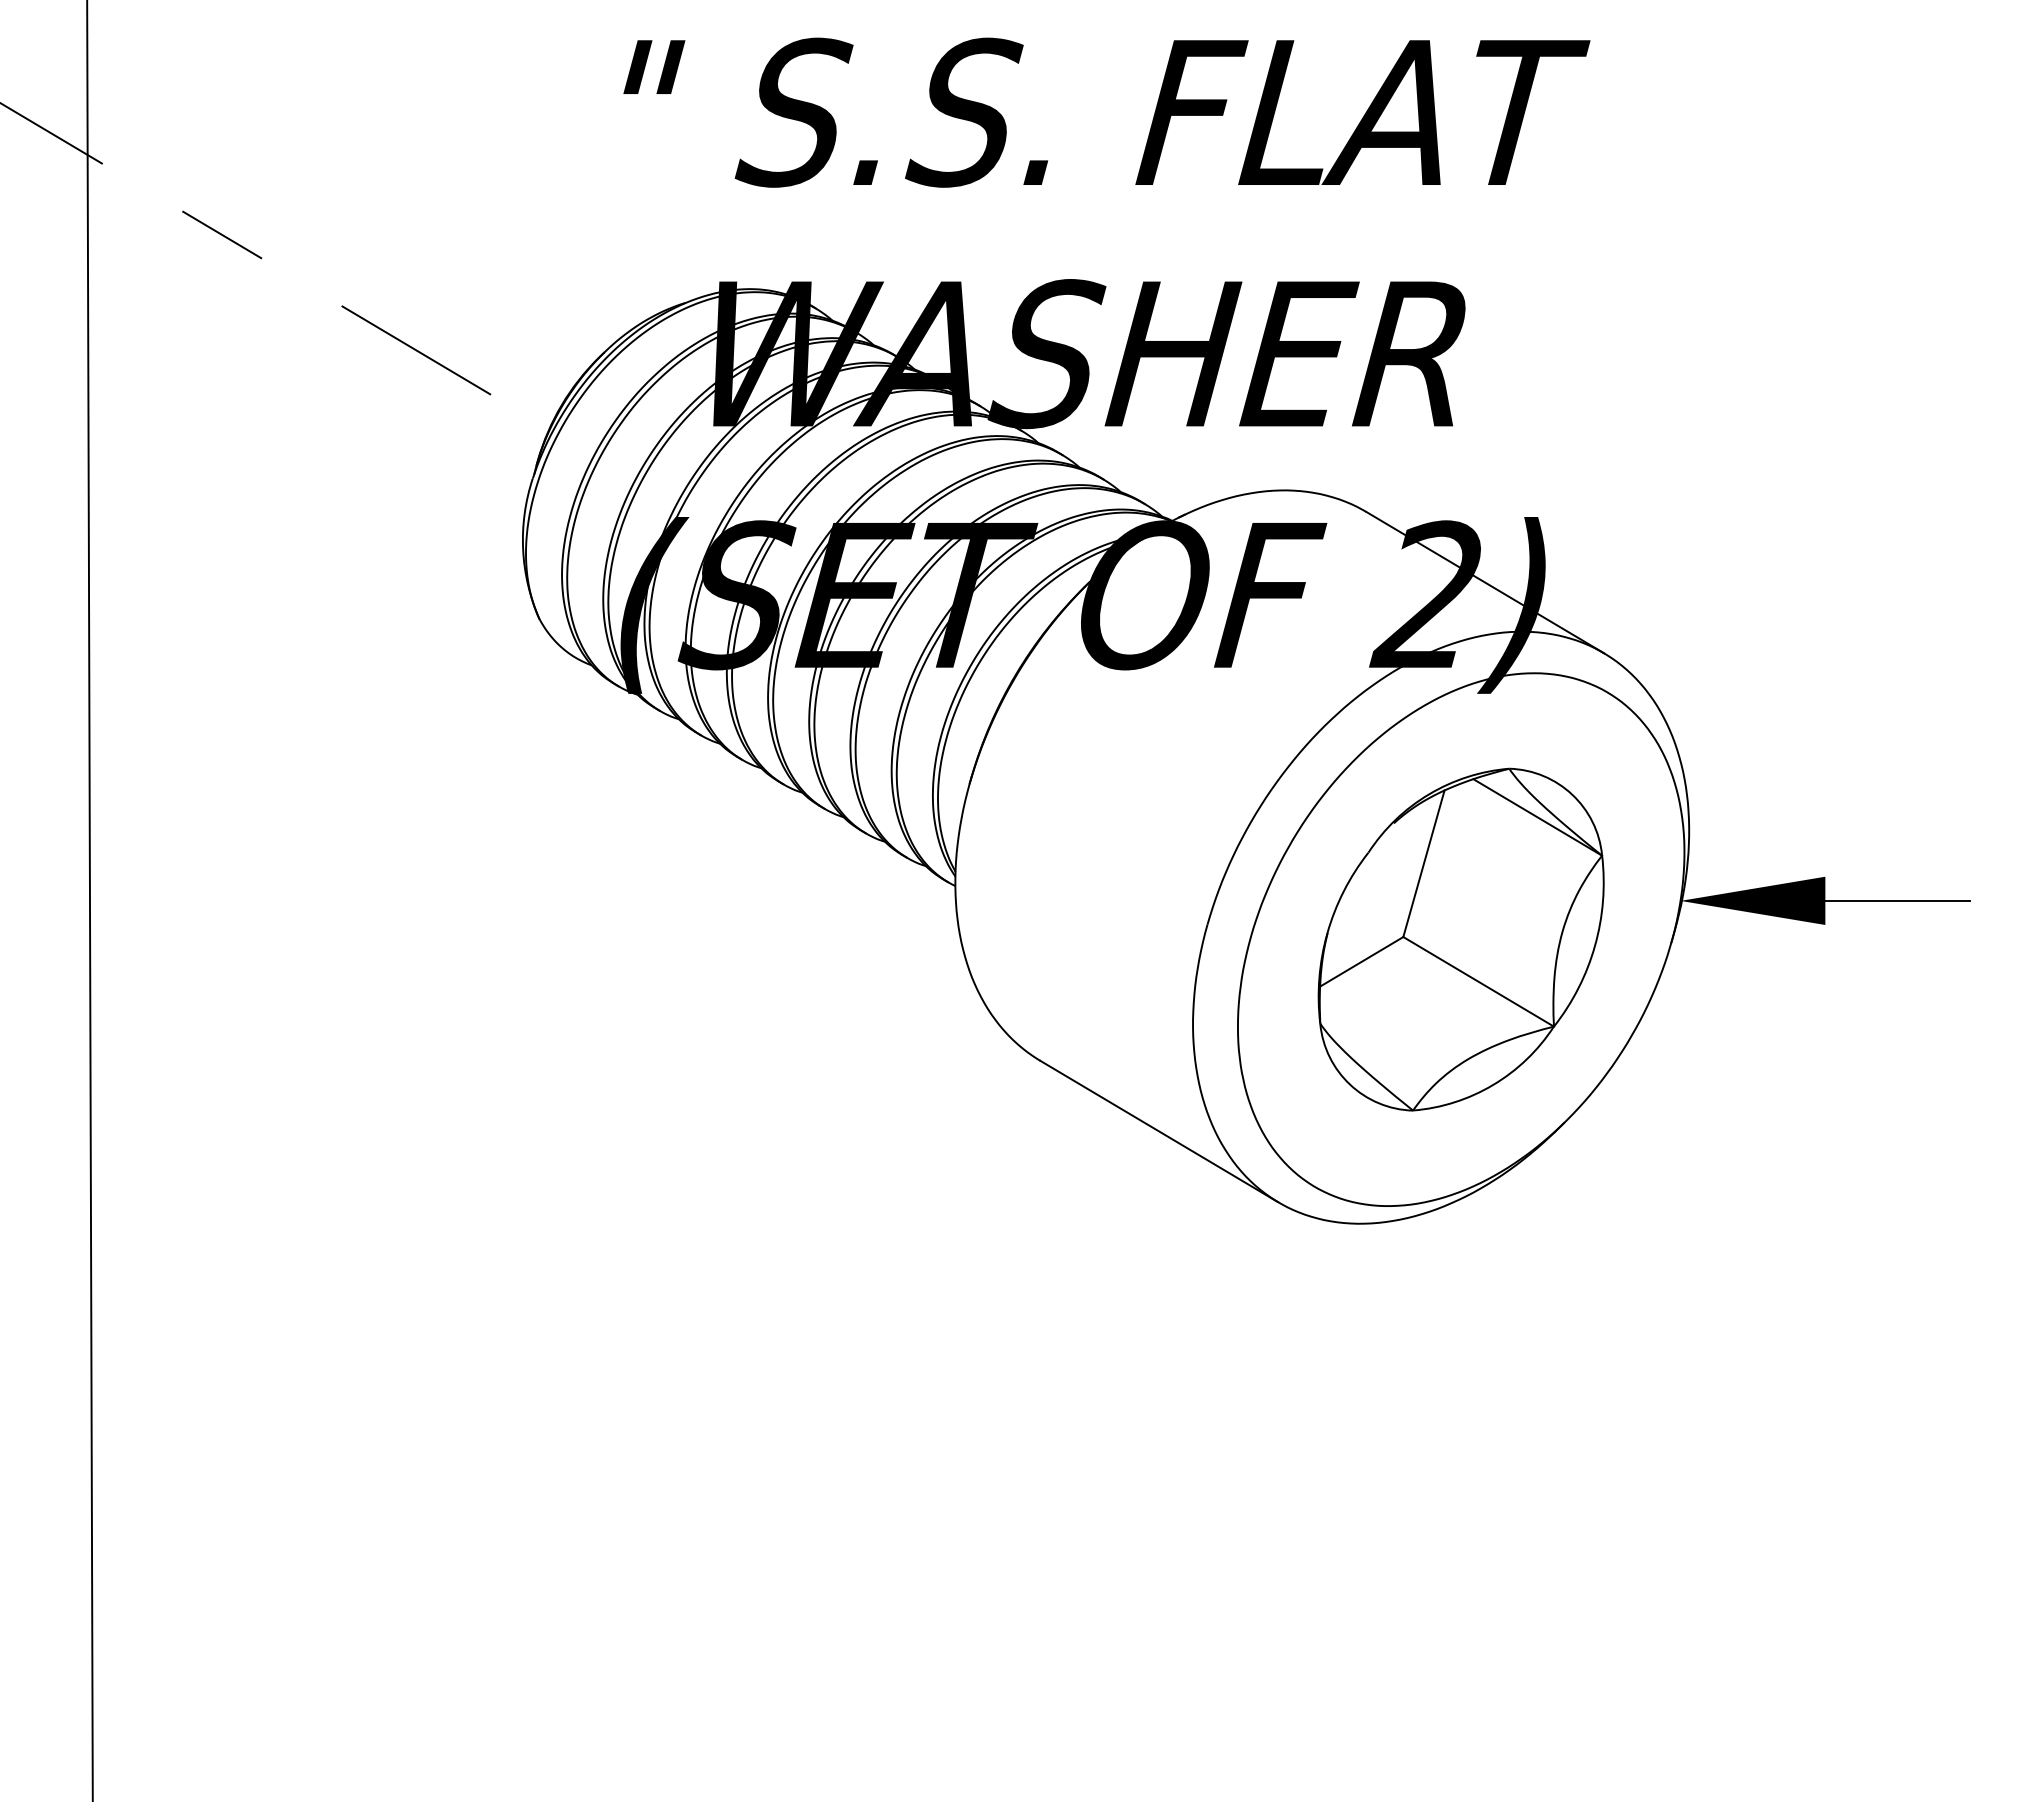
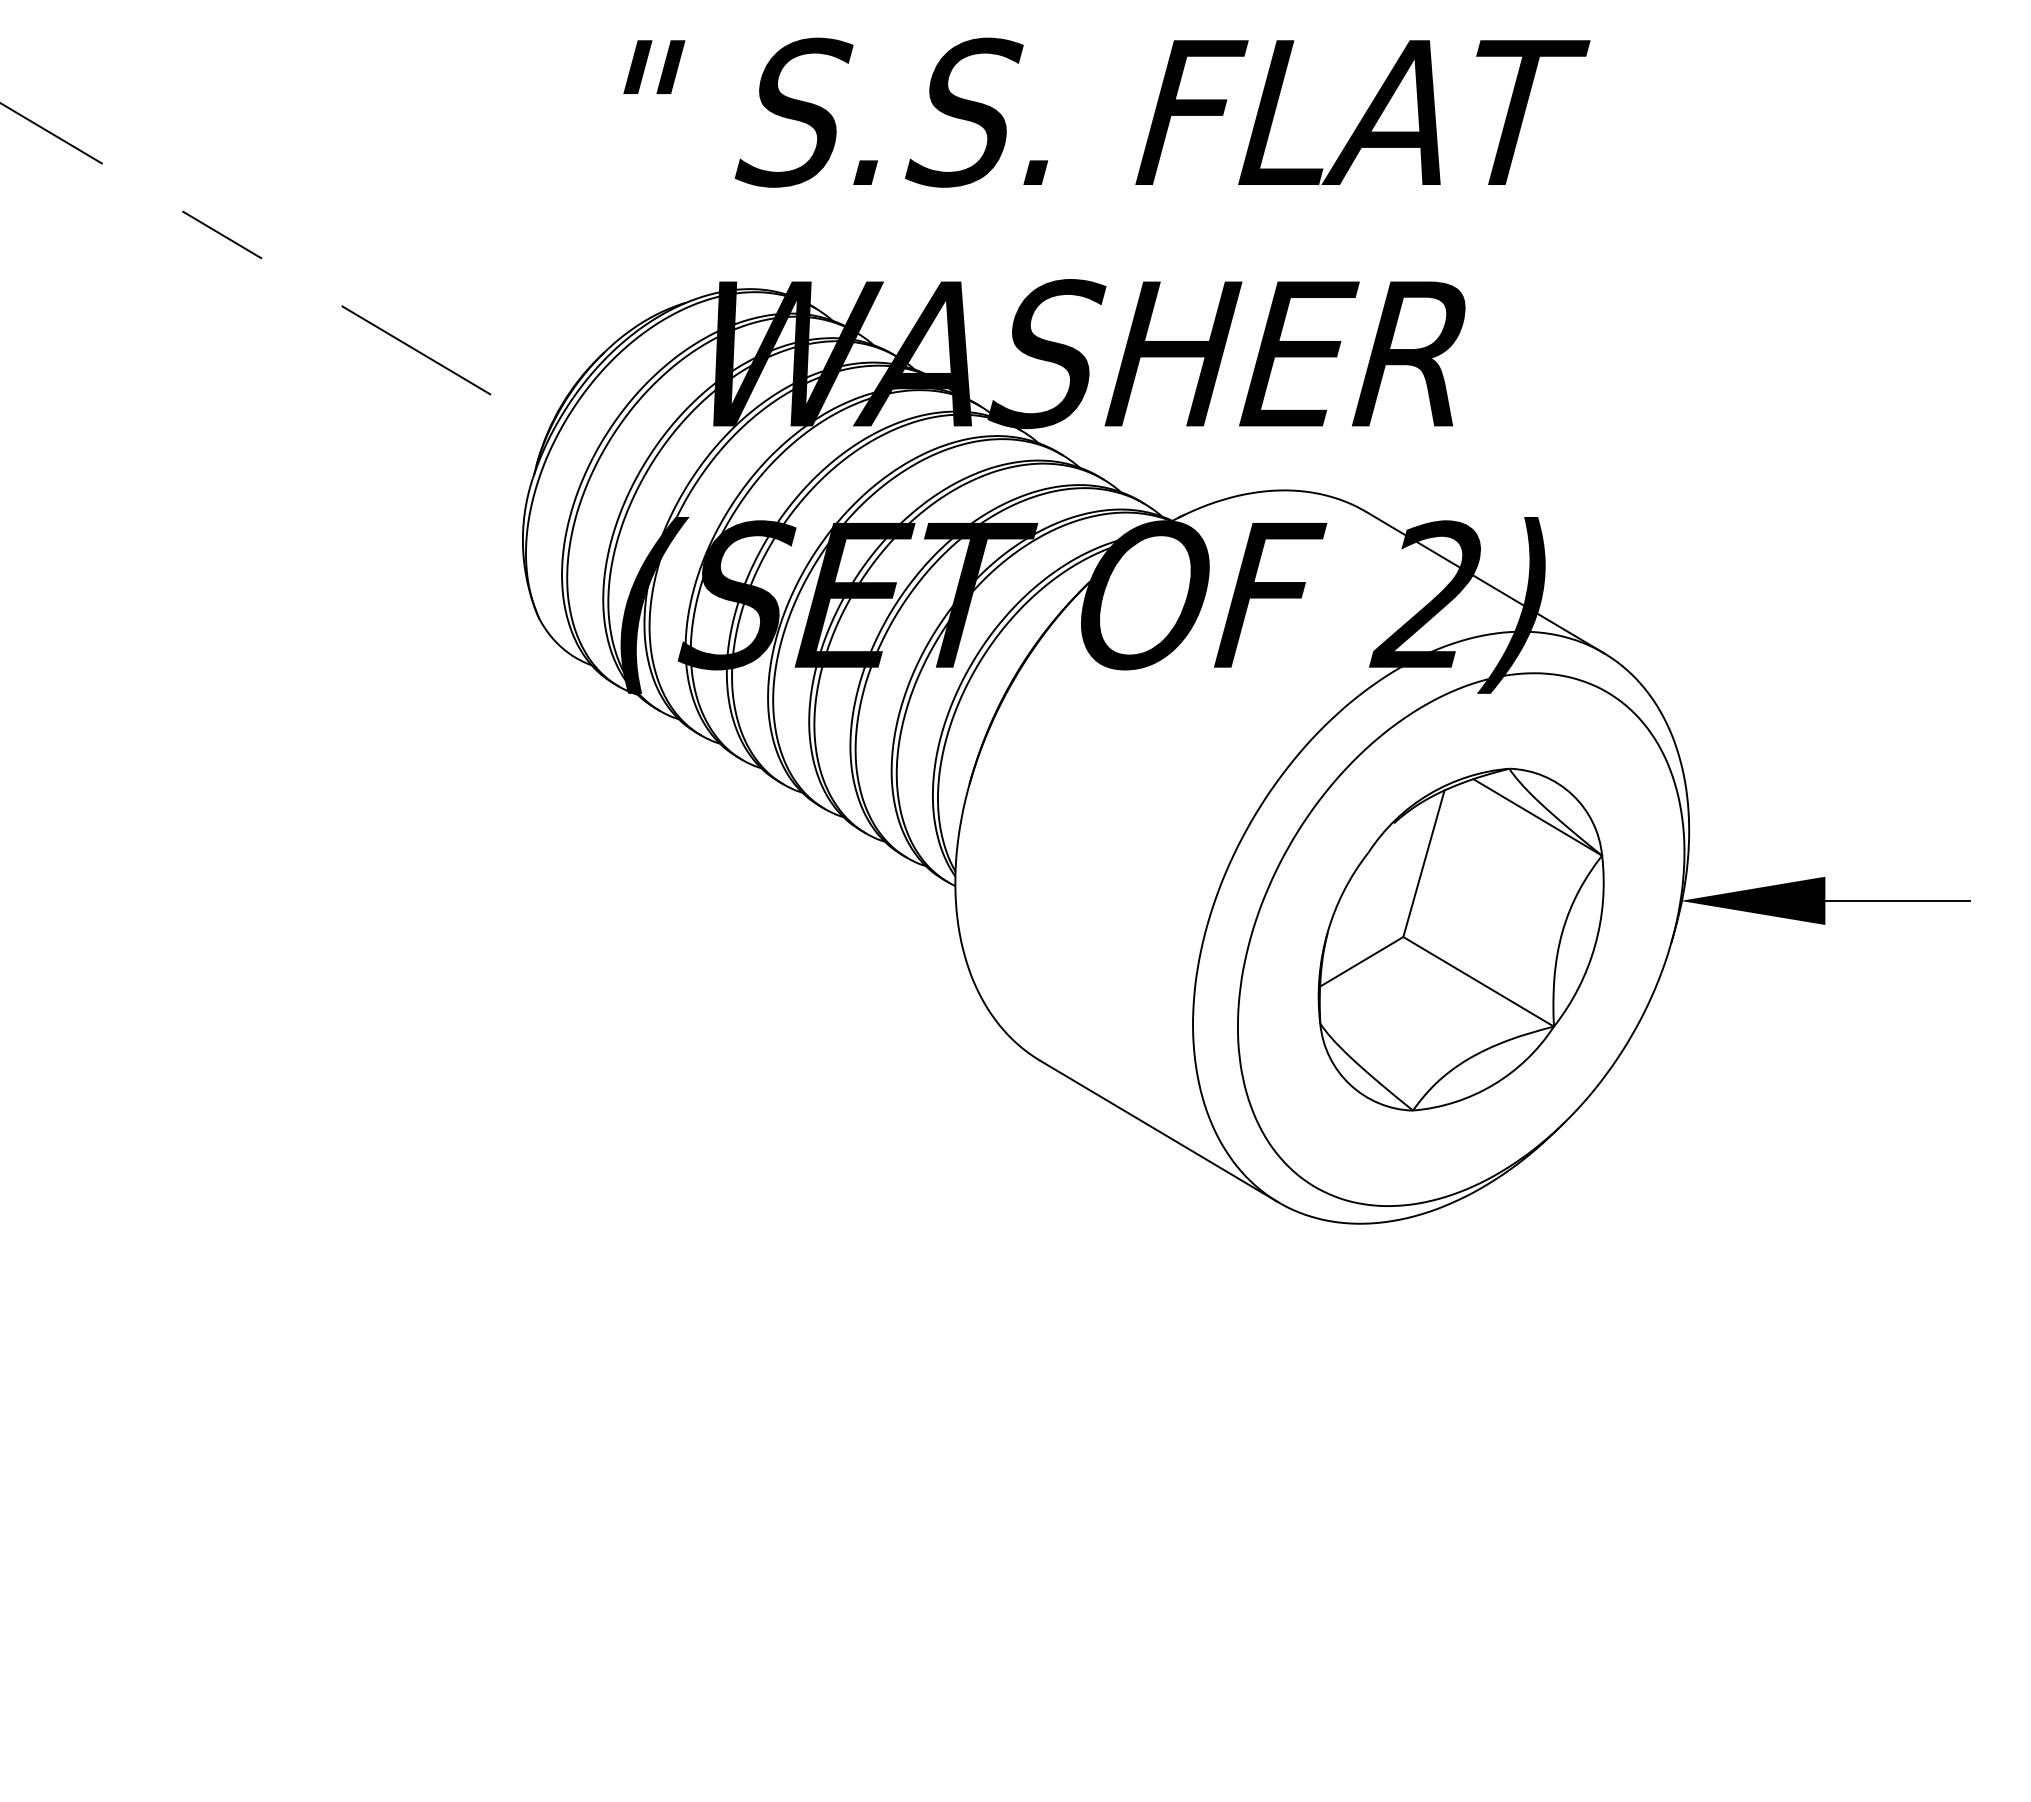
line at (89, 900): present -> none
